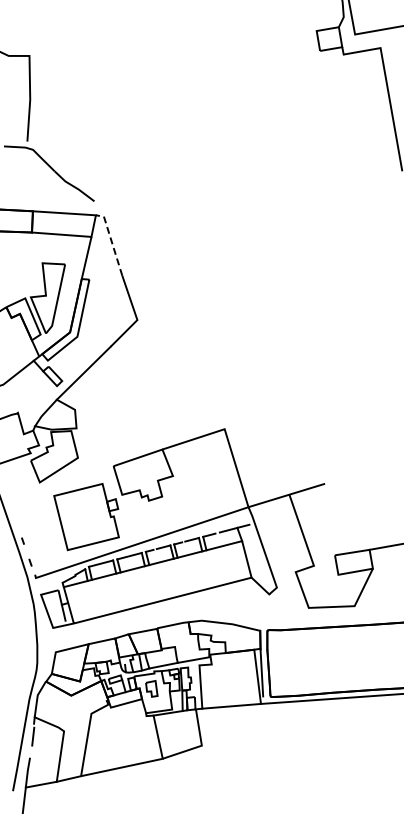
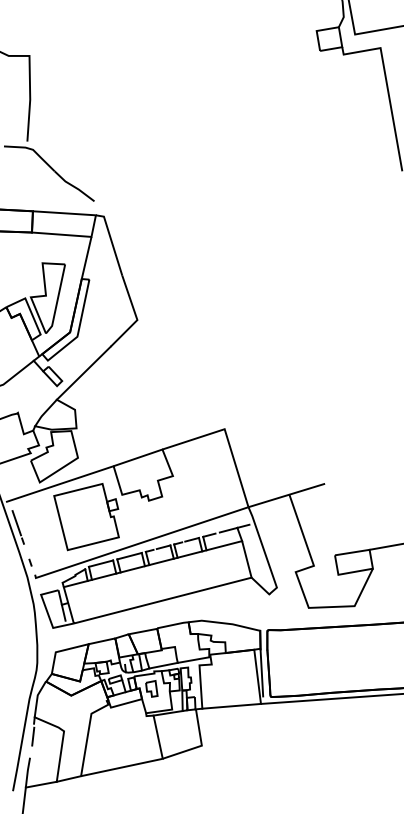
line at (111, 241): dashed -> solid
line at (59, 483): none -> present
line at (16, 523): none -> present
